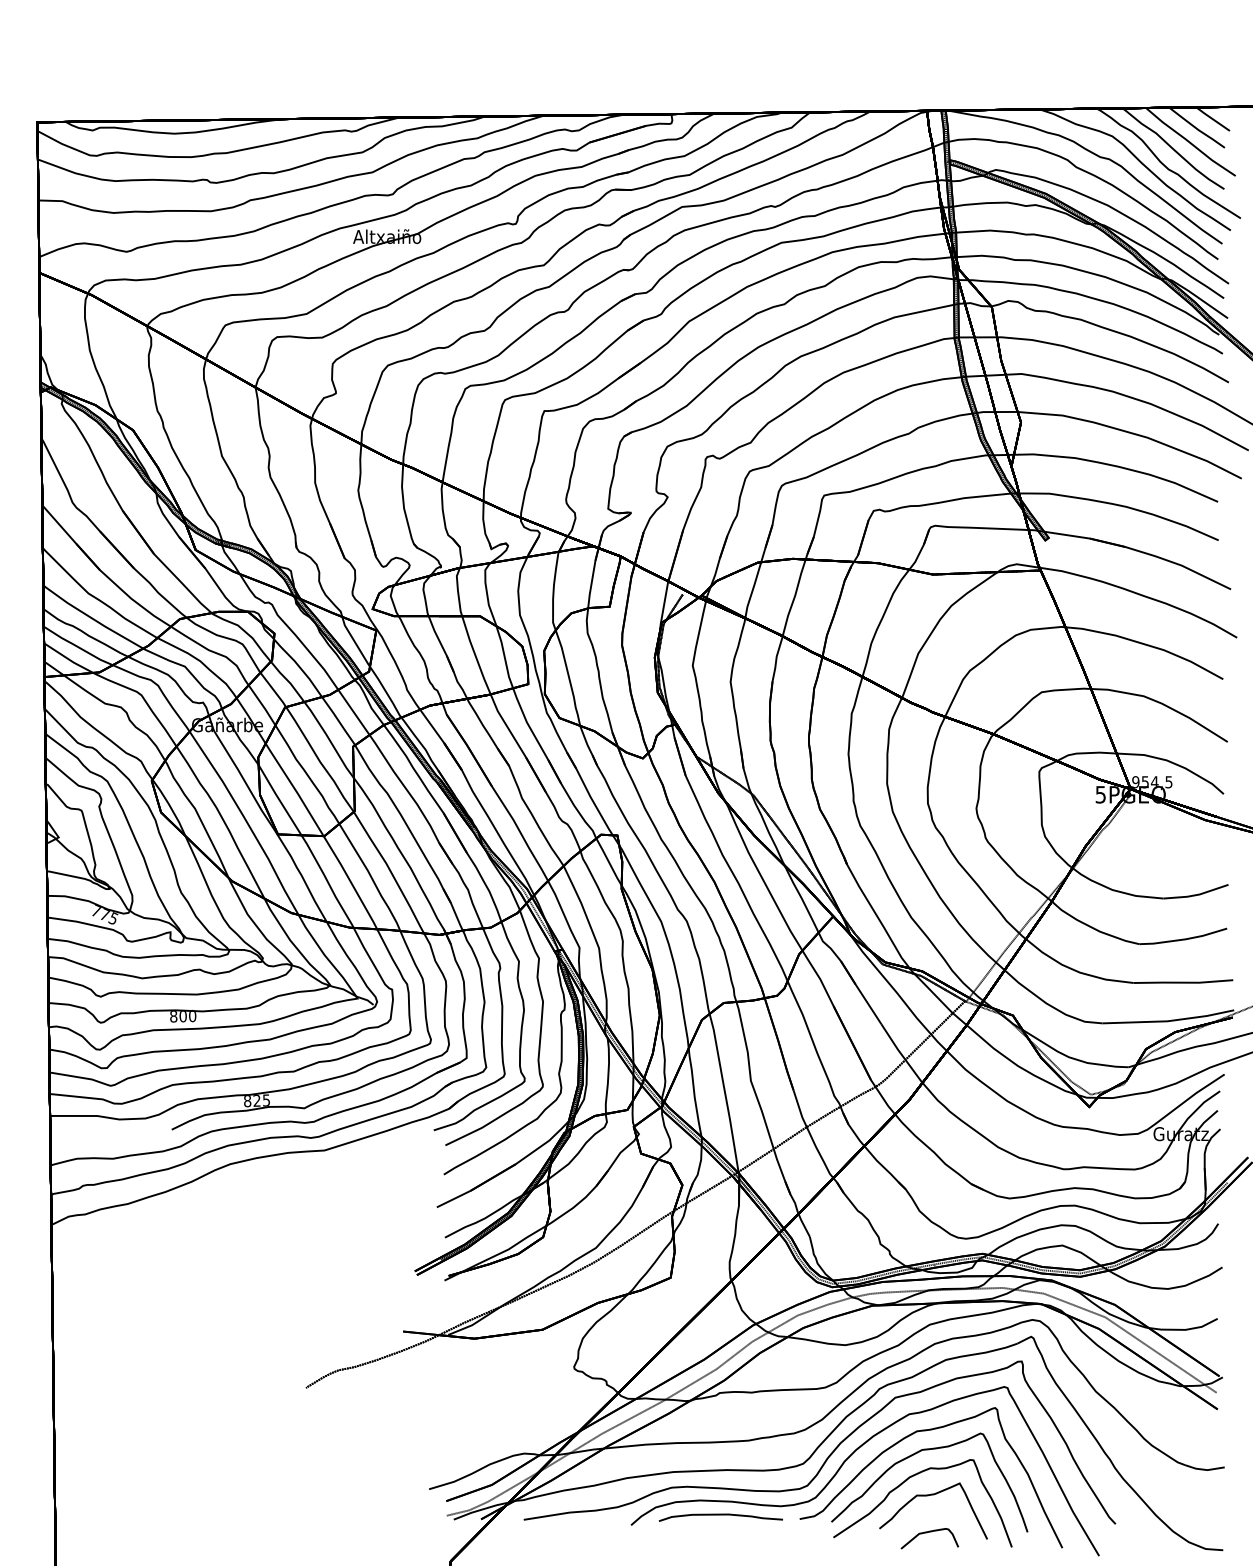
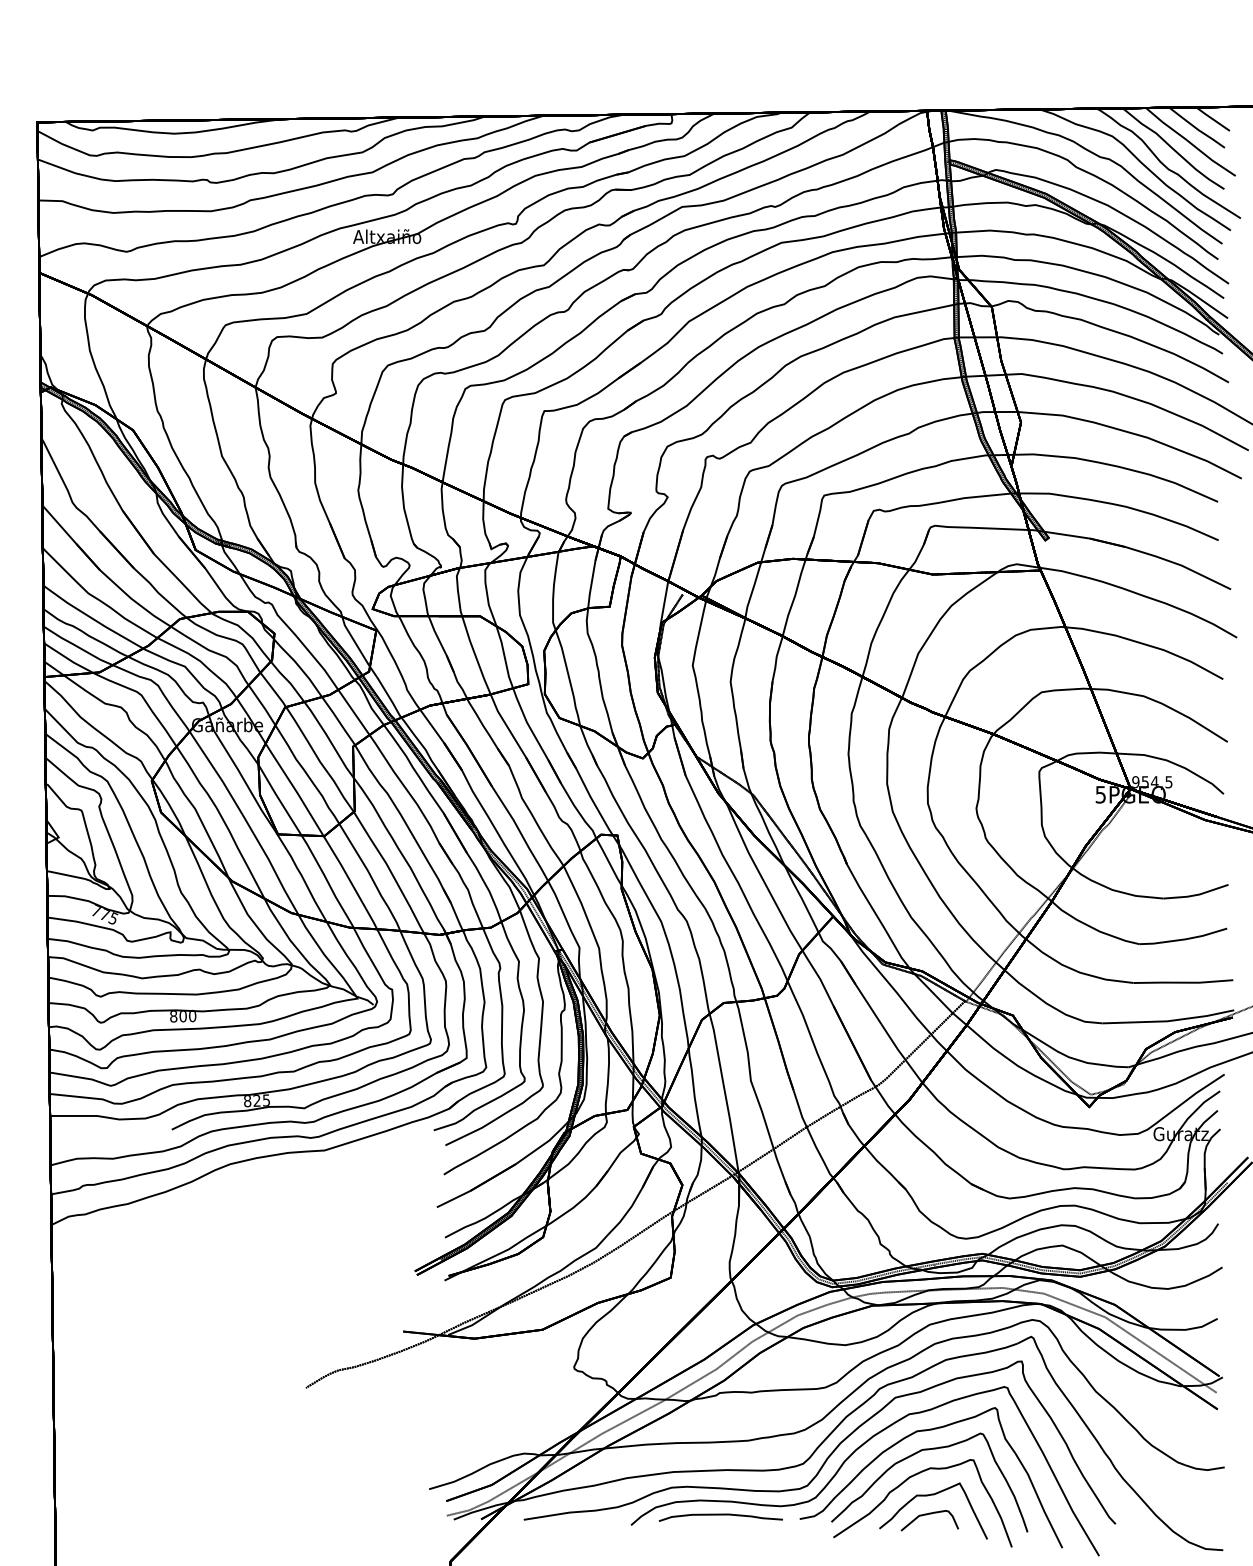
part at (929, 1538) position: (929, 1538) -> (929, 1520)
